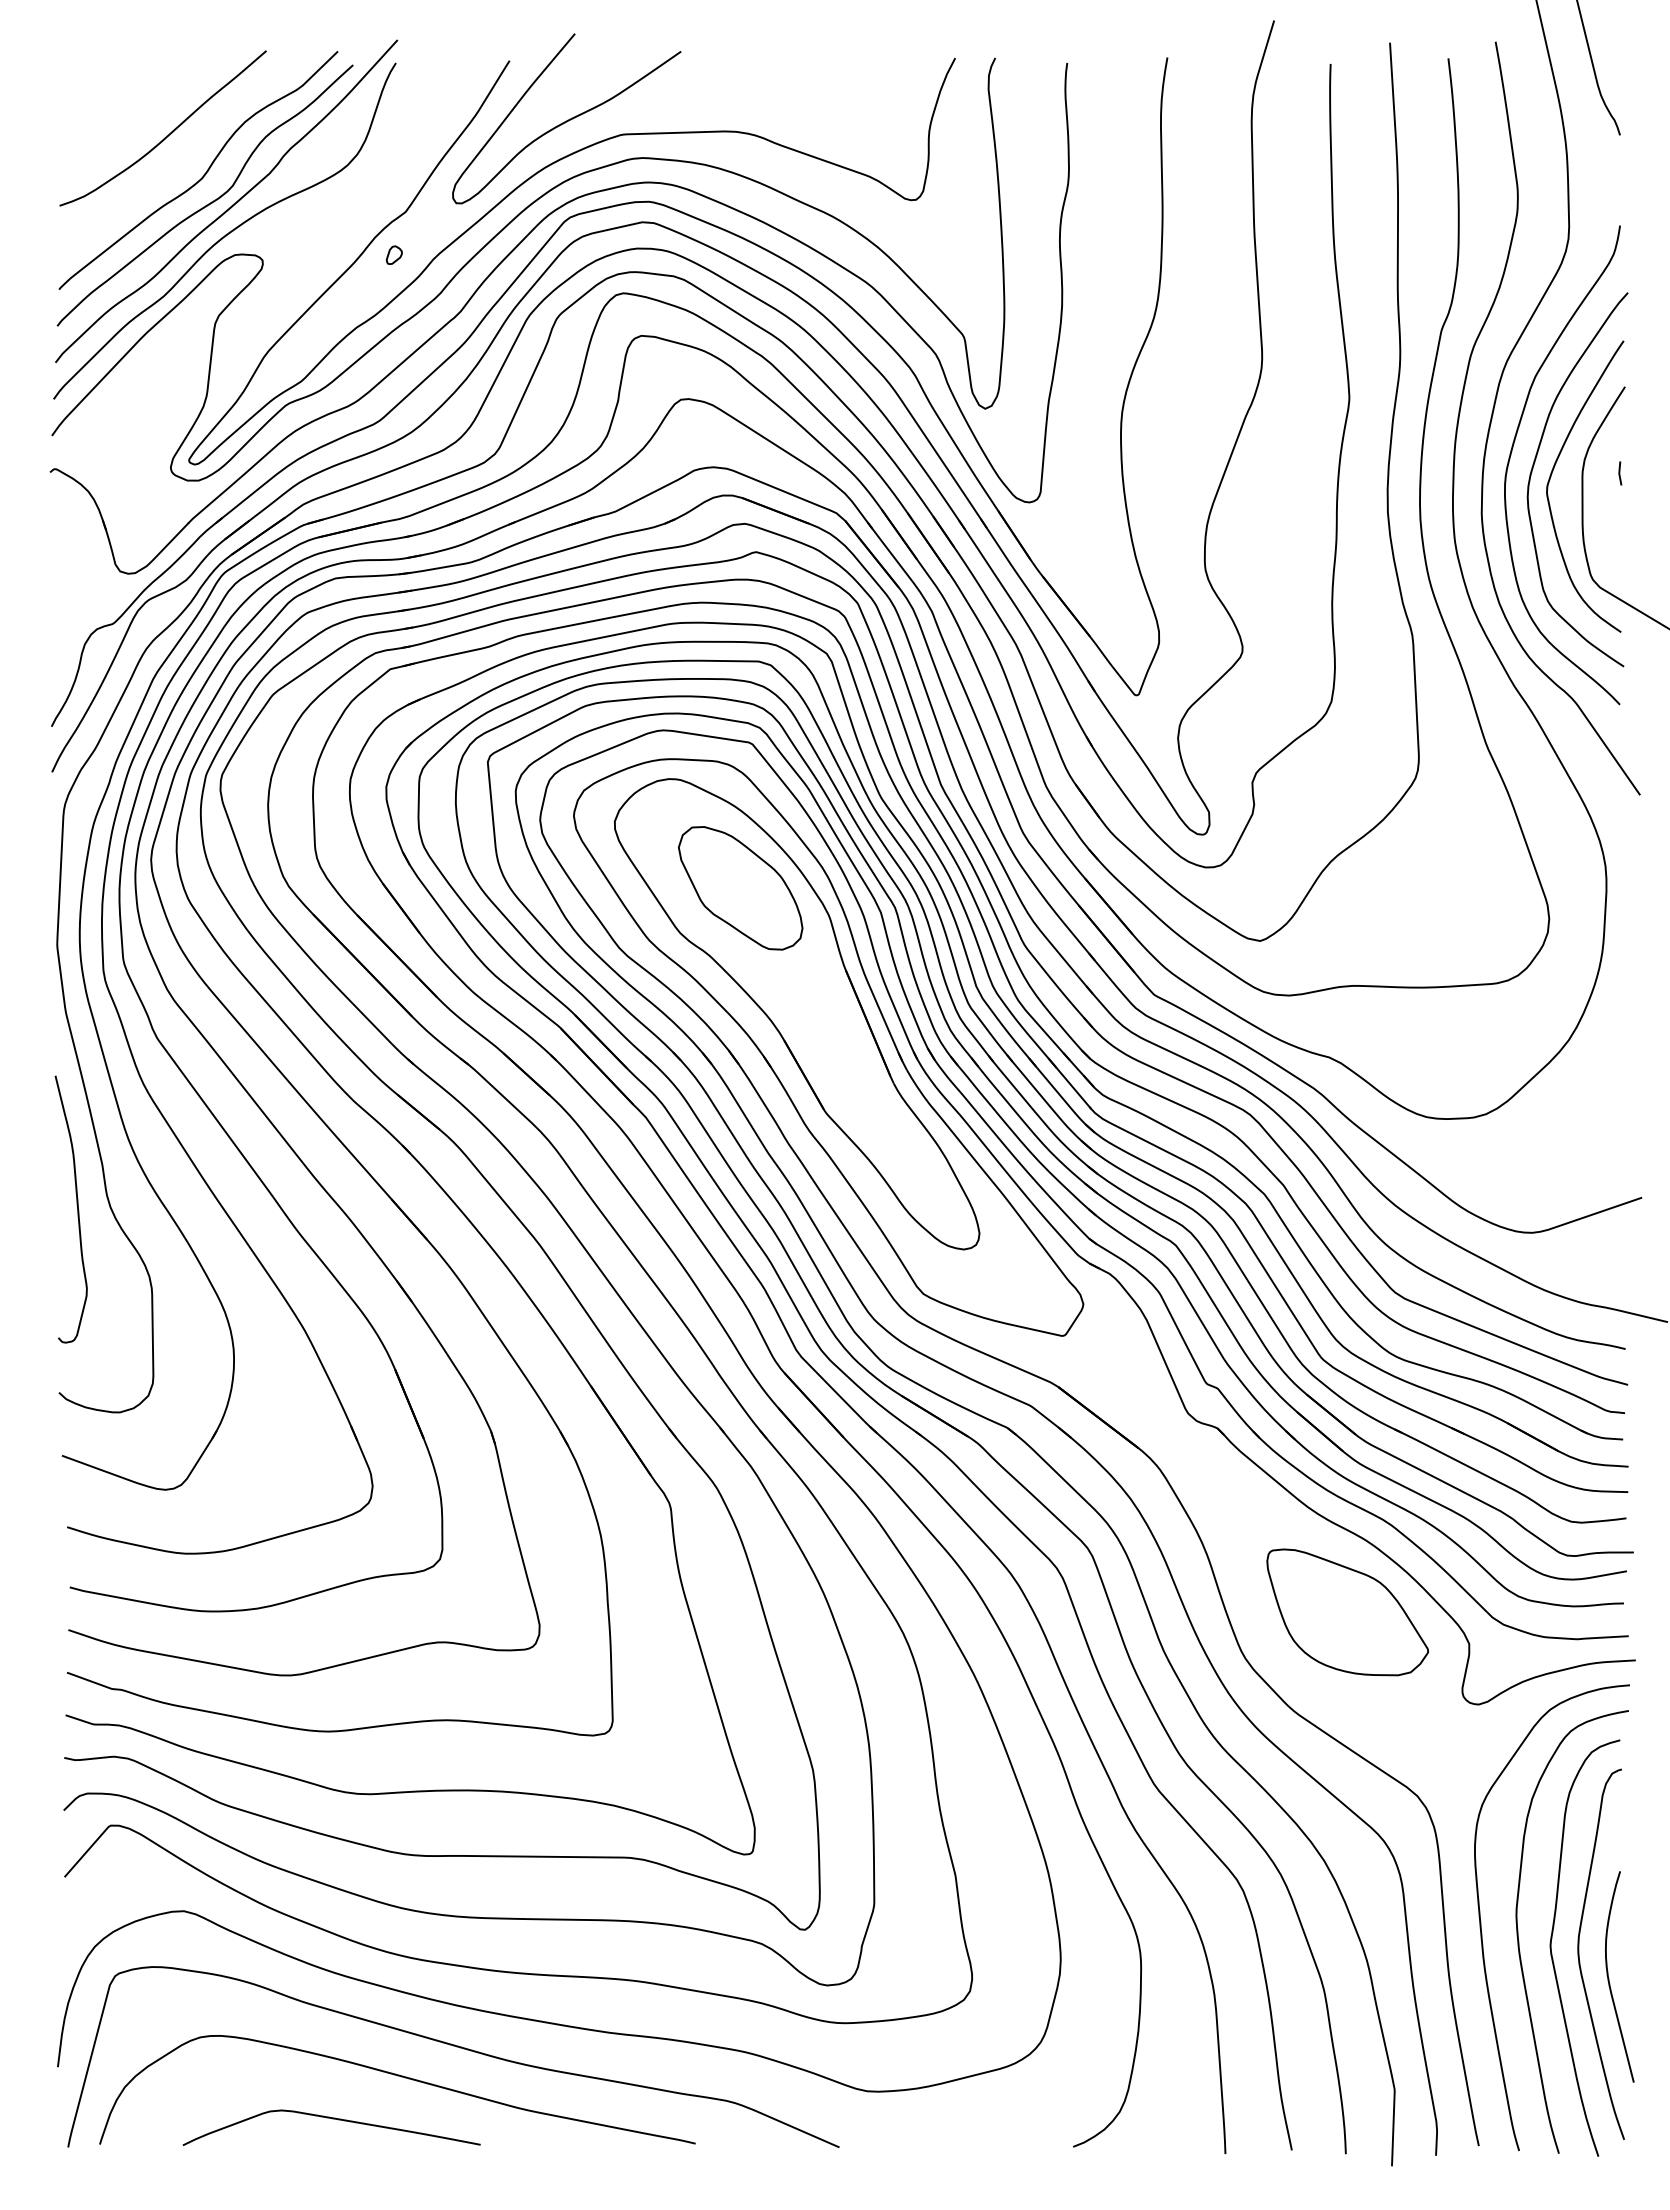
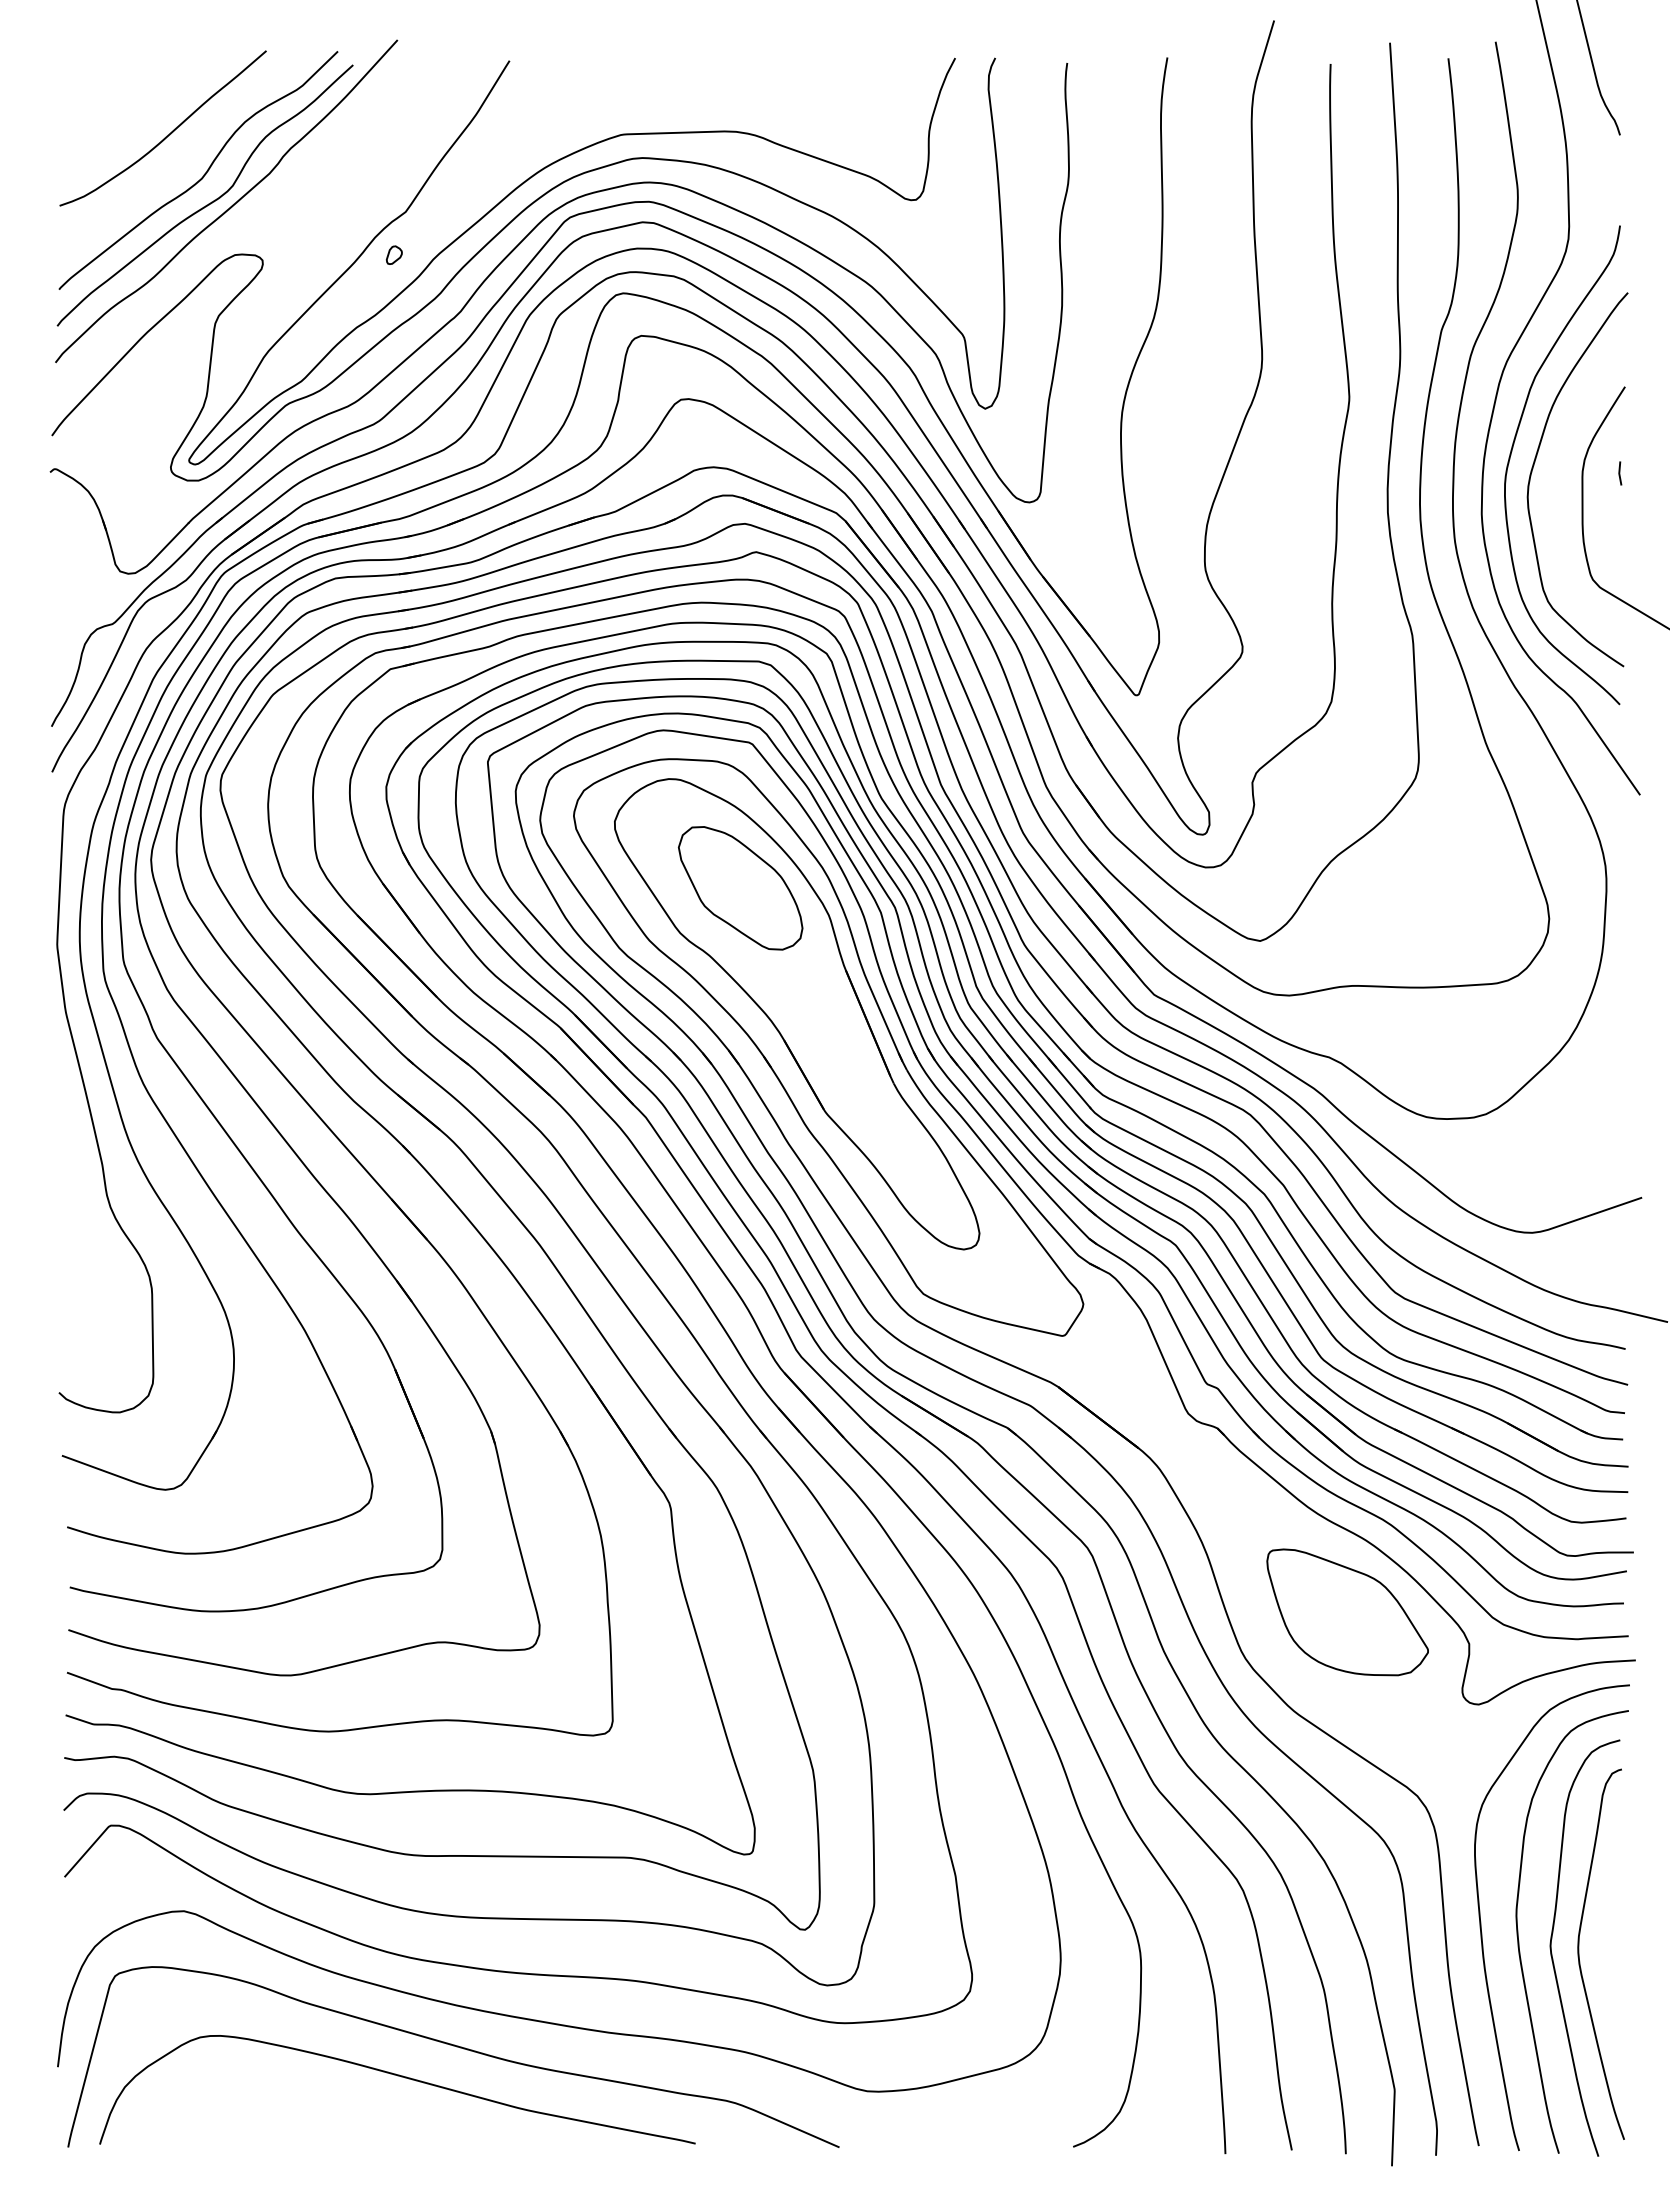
curve at (566, 120): present -> none
curve at (225, 234): present -> none
curve at (1552, 474): present -> none
curve at (77, 1209): present -> none
curve at (1609, 1978): present -> none
curve at (332, 2119): present -> none
